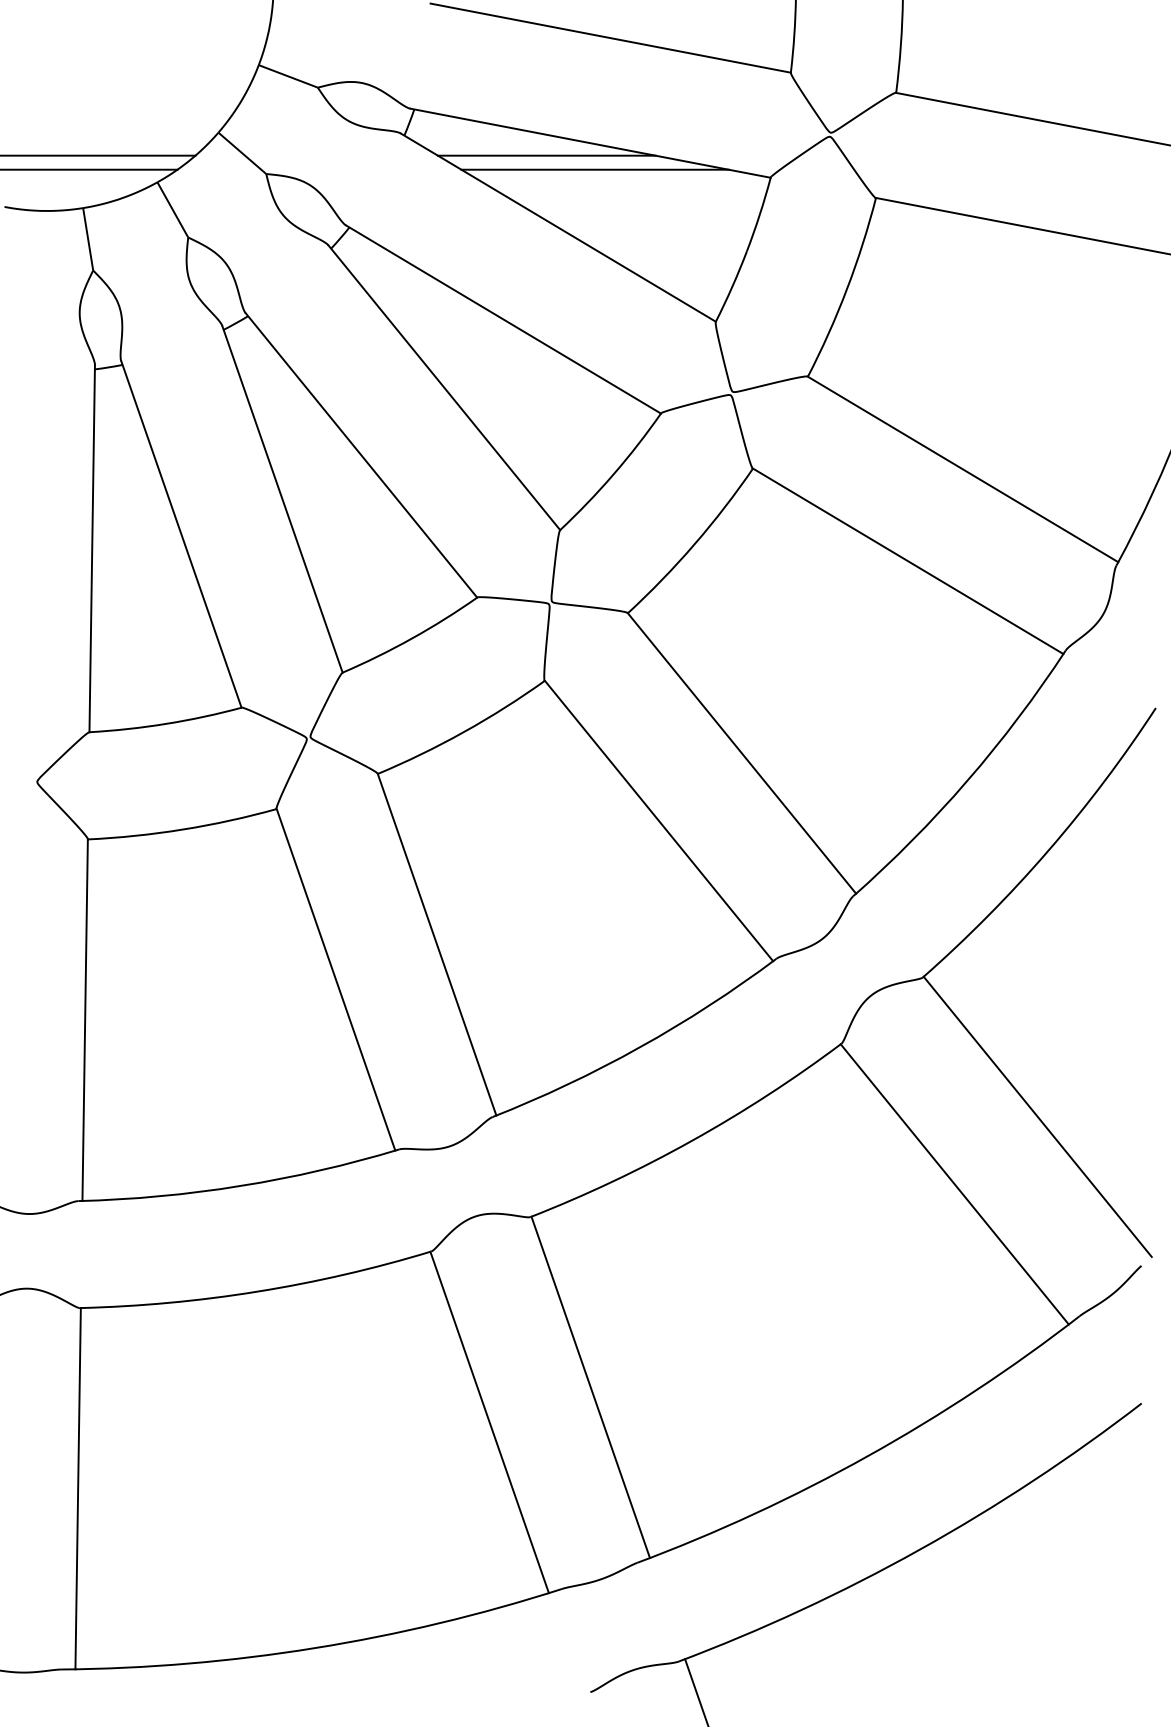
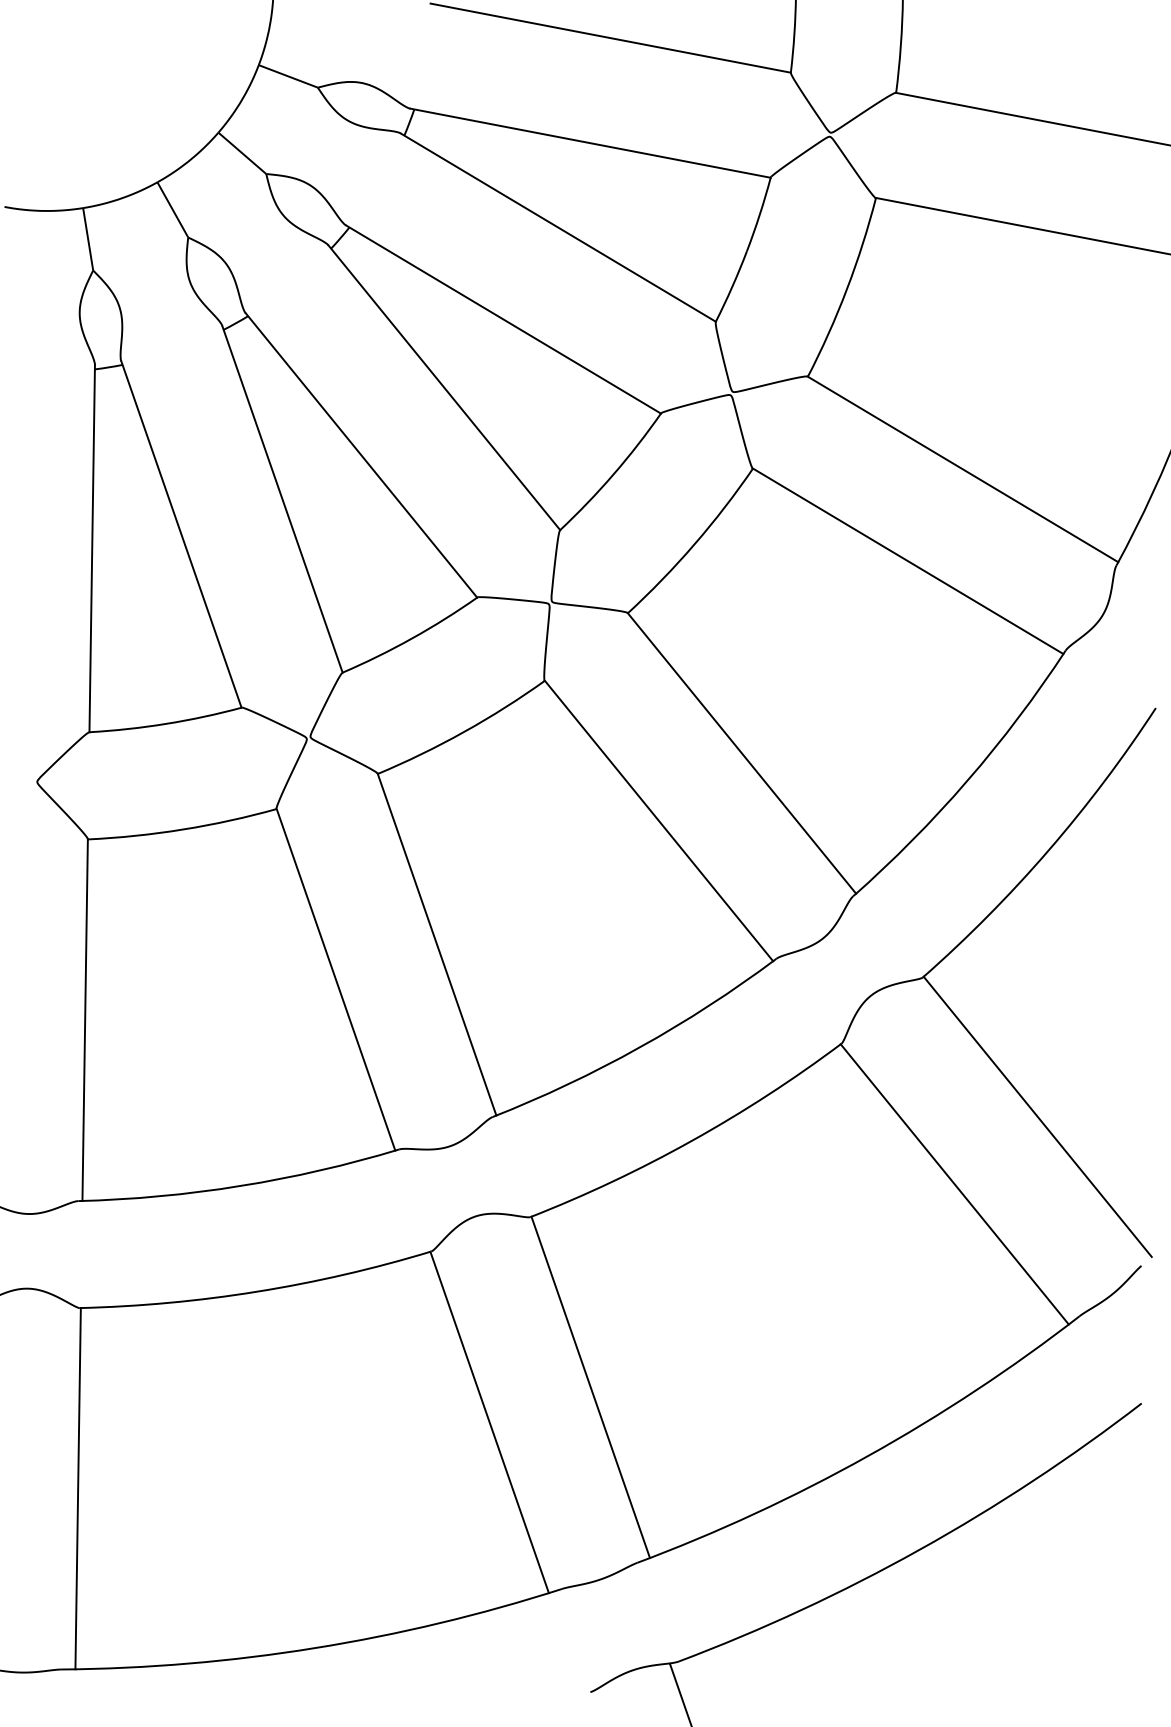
line at (98, 155): present -> none
line at (546, 155): present -> none
line at (89, 169): present -> none
line at (594, 169): present -> none
line at (696, 1691) position: (696, 1691) -> (680, 1693)
